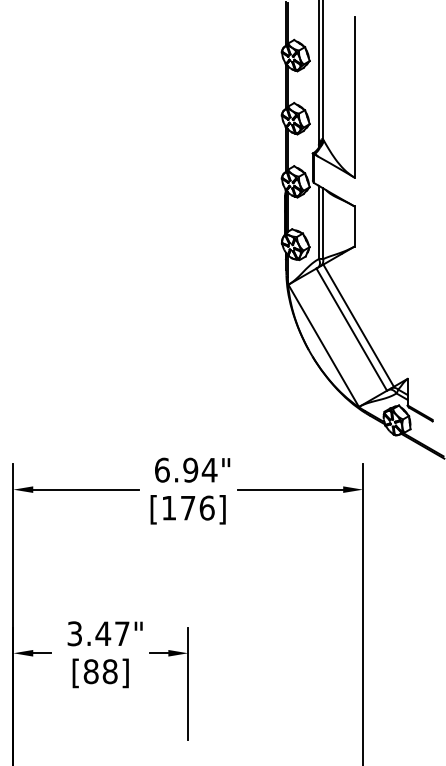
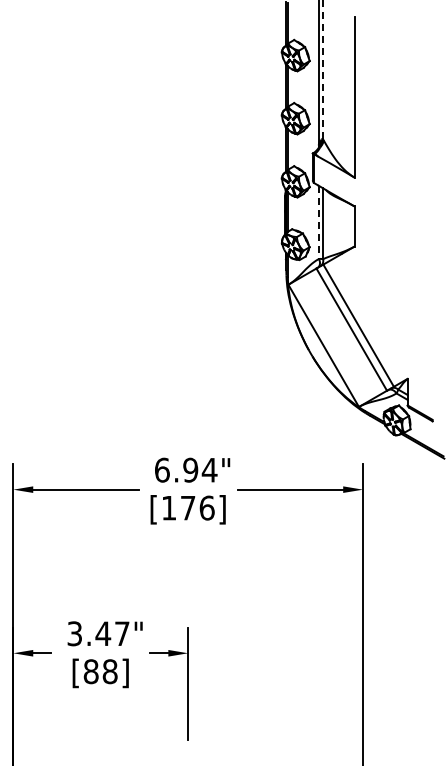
line at (323, 69): solid -> dashed
line at (318, 222): solid -> dashed
